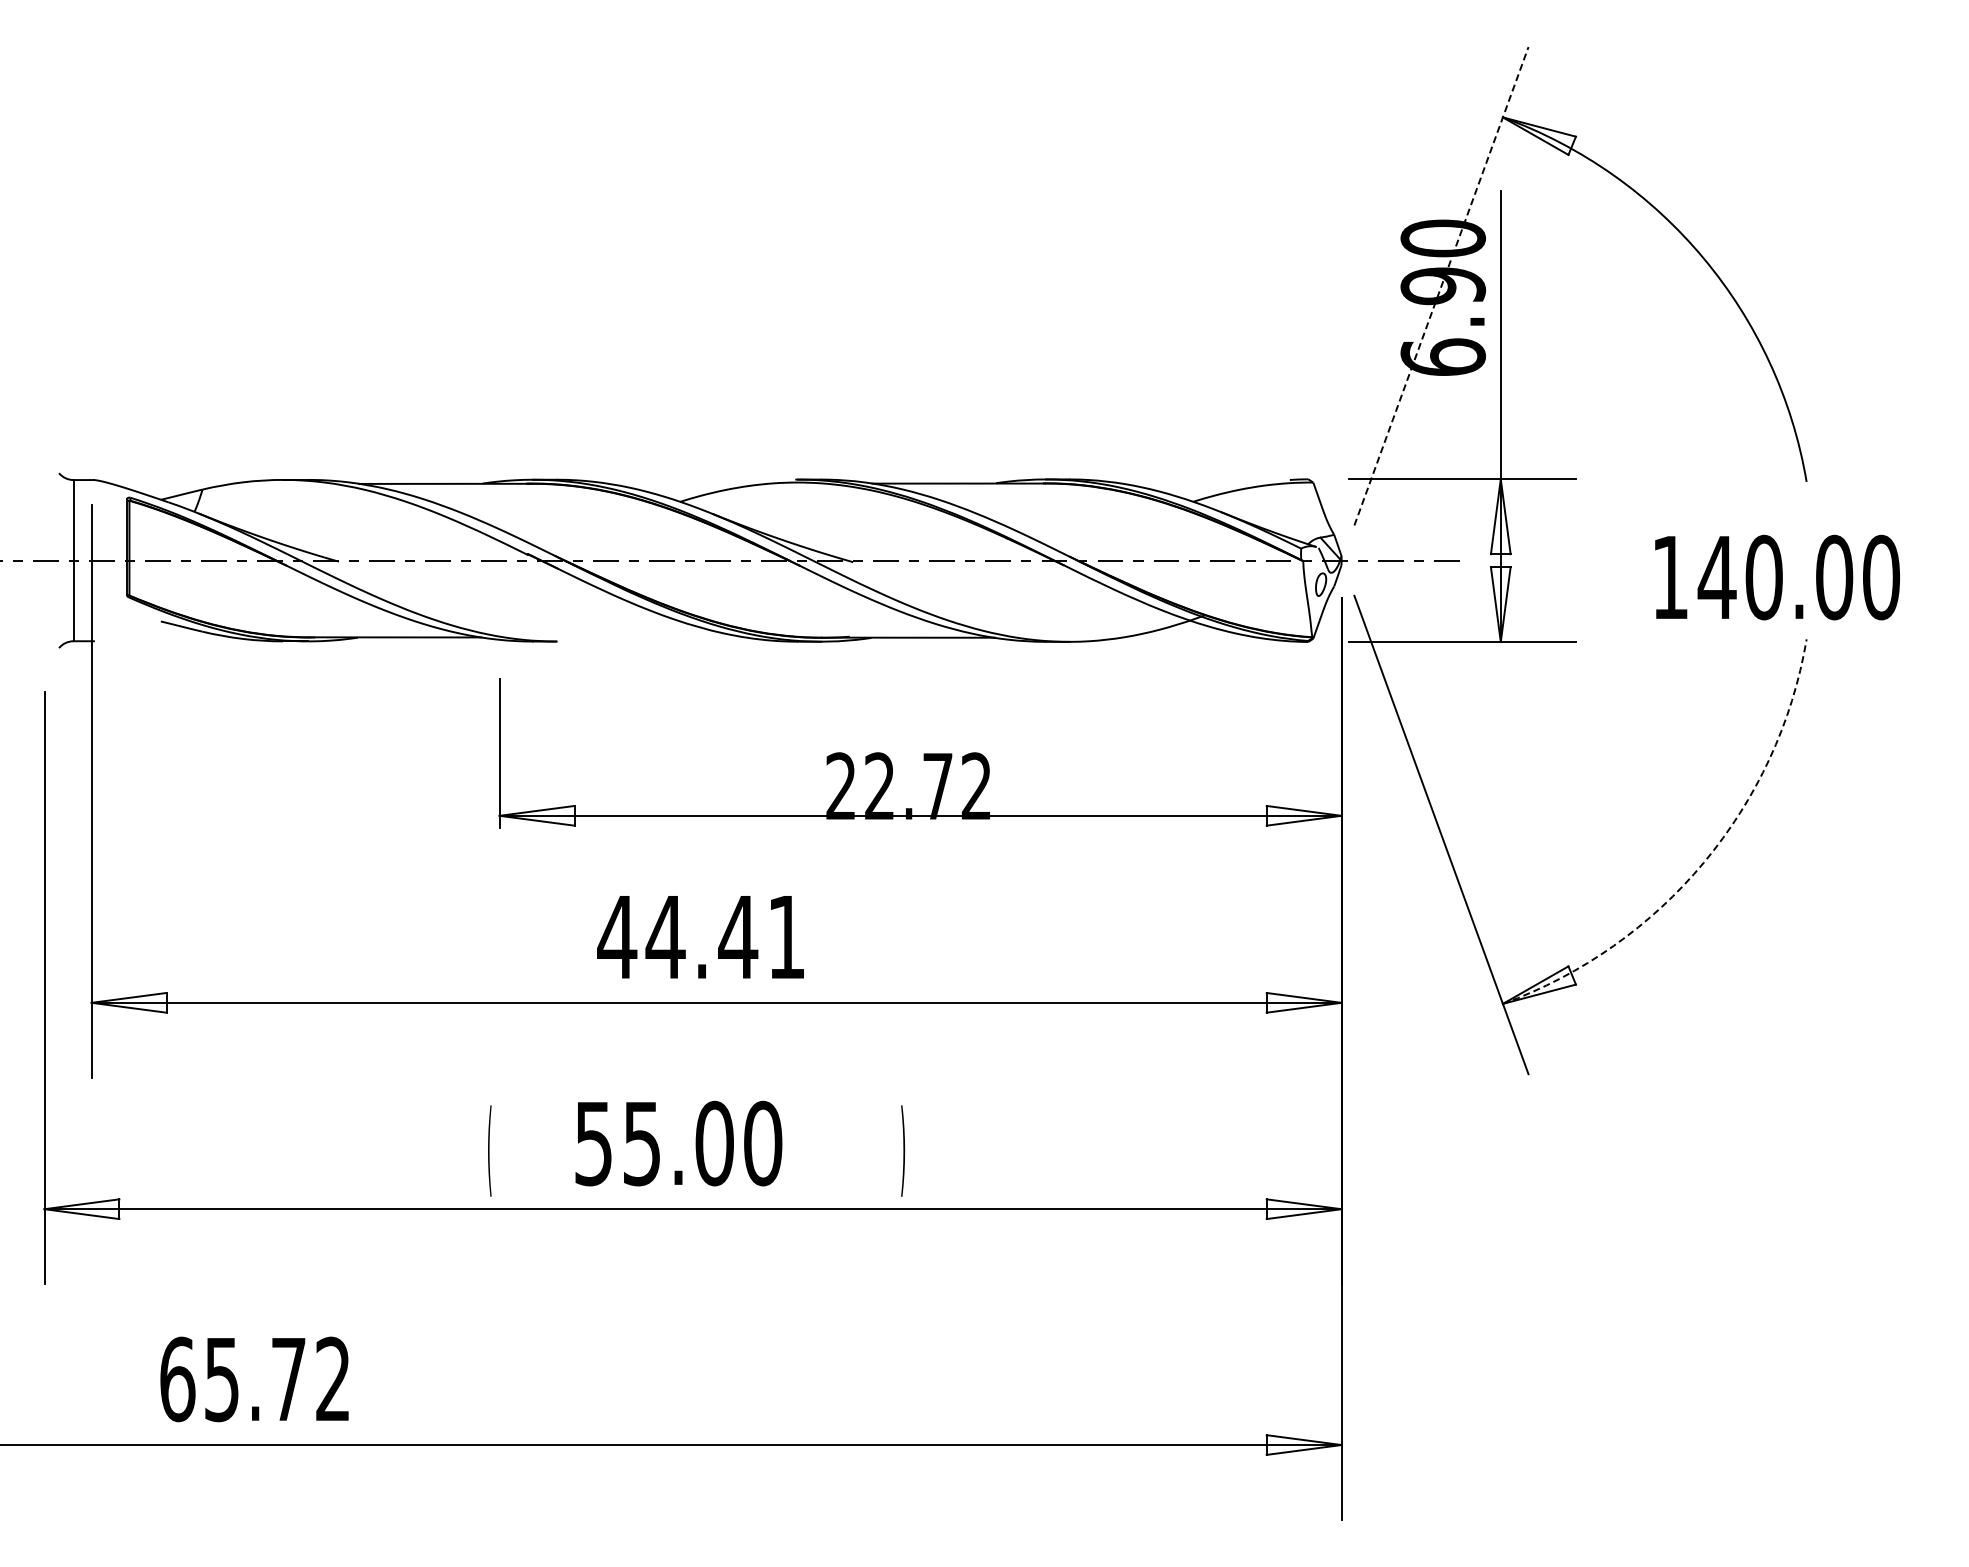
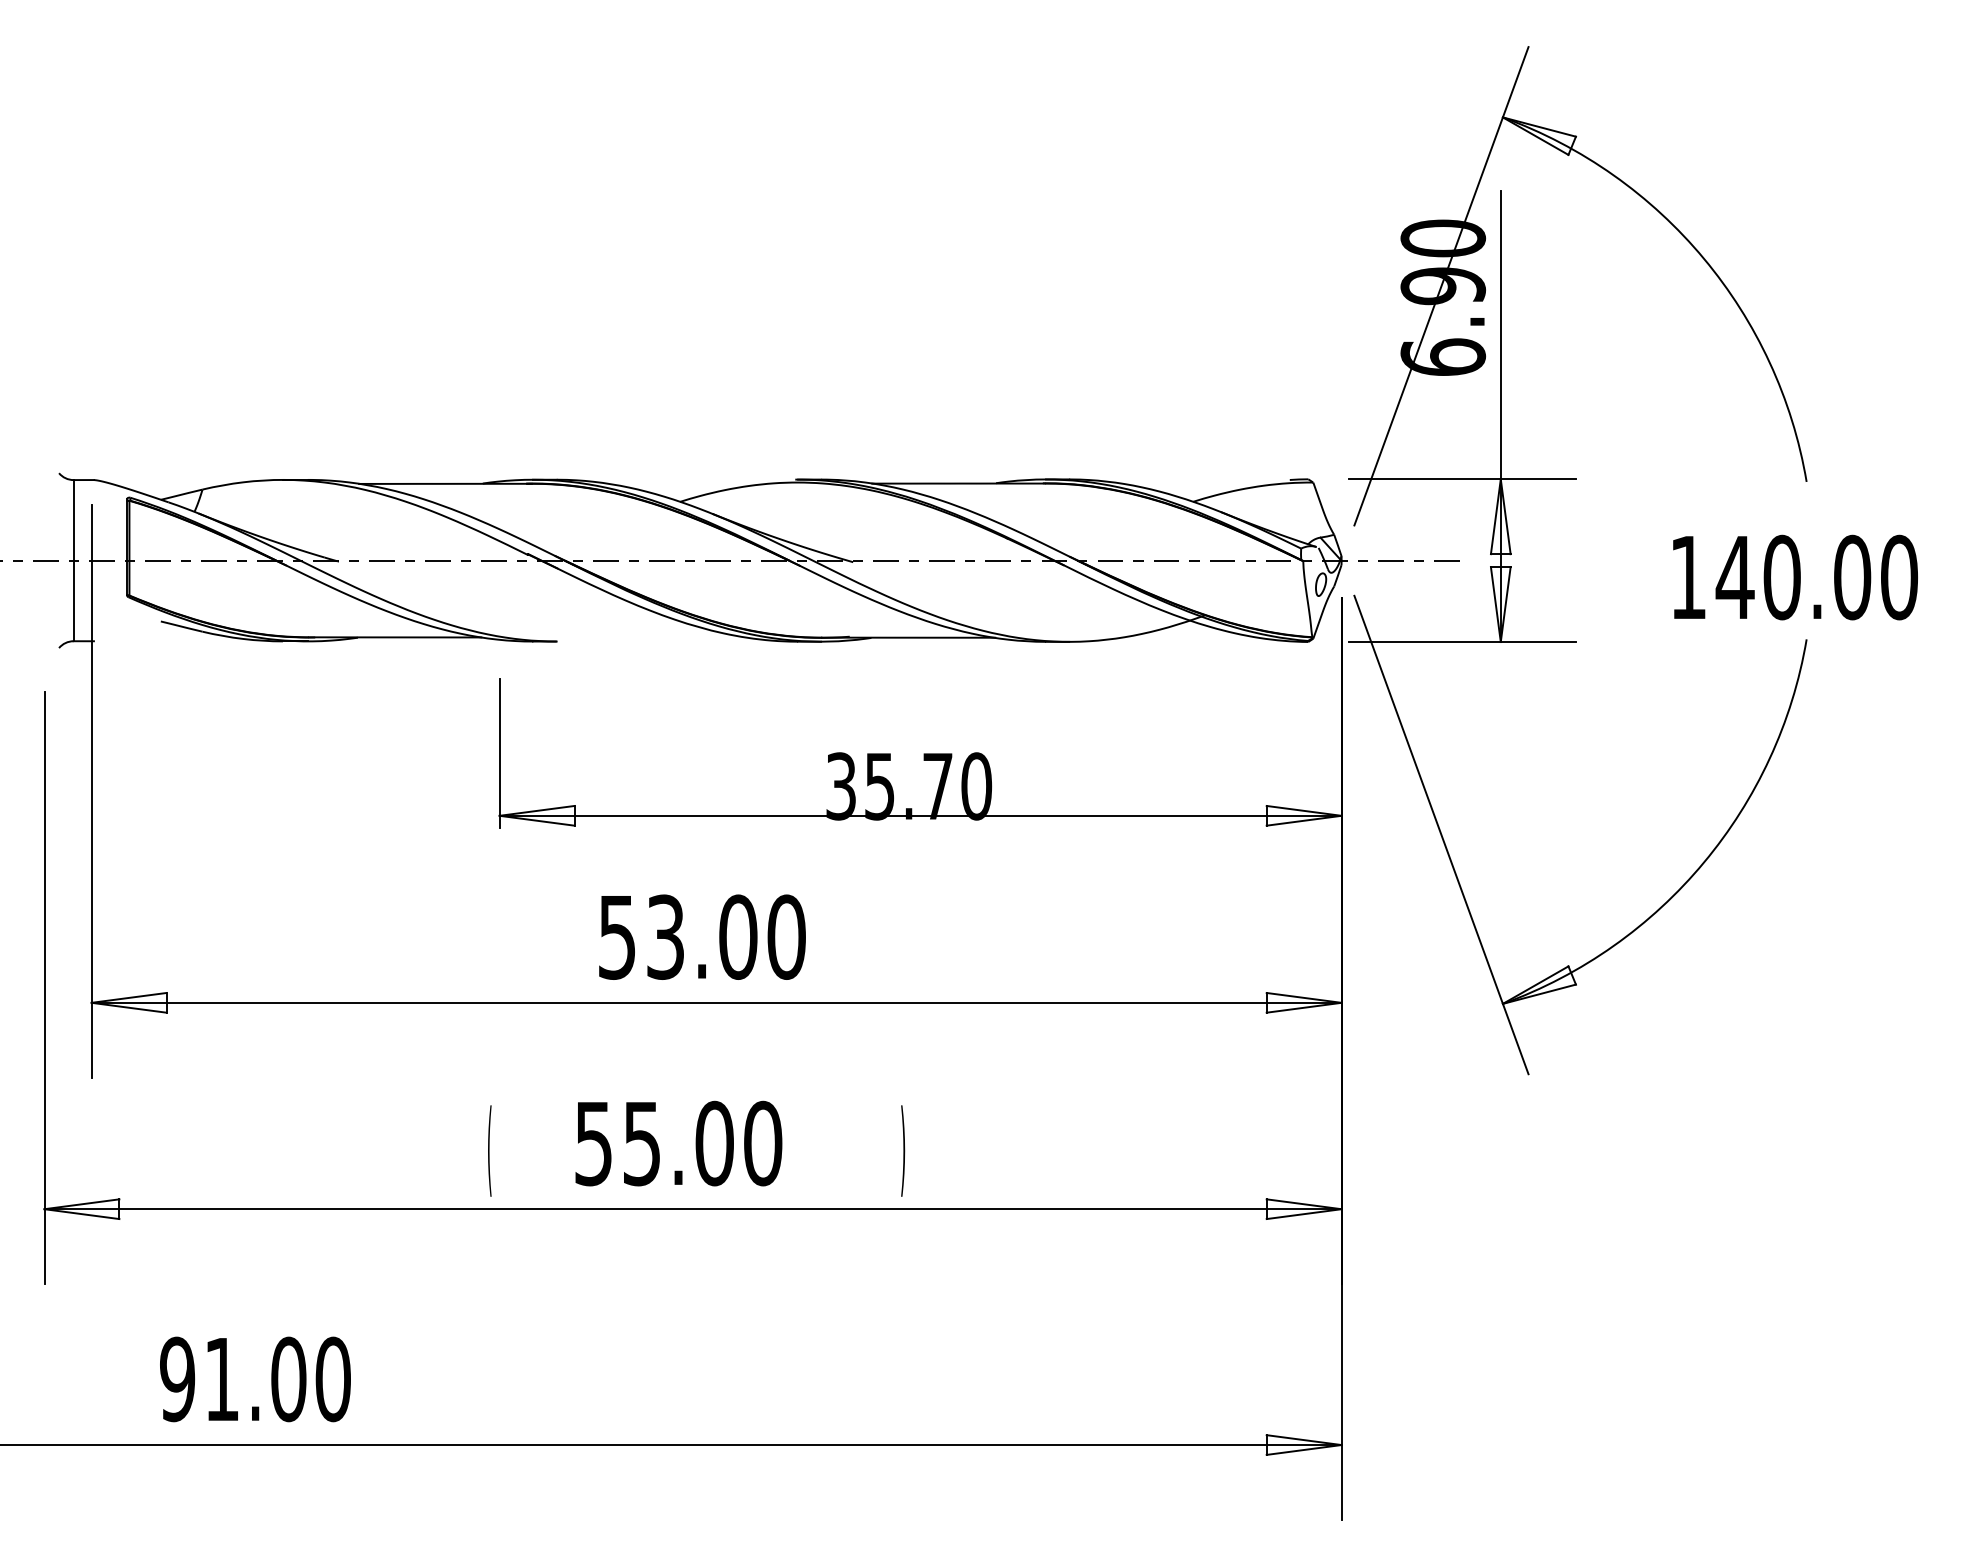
line at (1441, 286): dashed -> solid
text at (1777, 577) position: (1777, 577) -> (1795, 577)
text at (909, 786): 22.72 -> 35.70
arc at (1703, 862): dashed -> solid
text at (701, 936): 44.41 -> 53.00
text at (255, 1379): 65.72 -> 91.00
